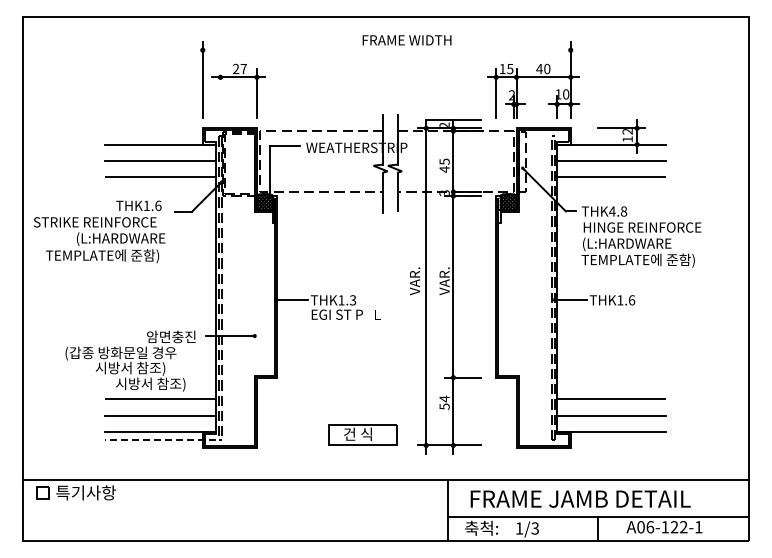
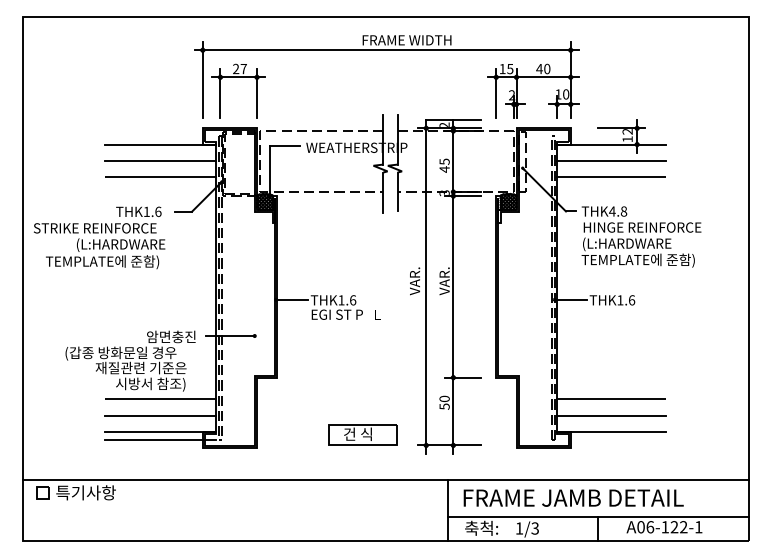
line at (386, 50): none -> present
line at (220, 93): none -> present
text at (99, 231) position: (99, 231) -> (99, 237)
text at (352, 300): THK1.3 -> THK1.6
text at (140, 368): 시방서 참조) -> 재질관련 기준은
text at (444, 398): 54 -> 50
line at (160, 440): dashed -> solid
text at (580, 498) position: (580, 498) -> (573, 497)
